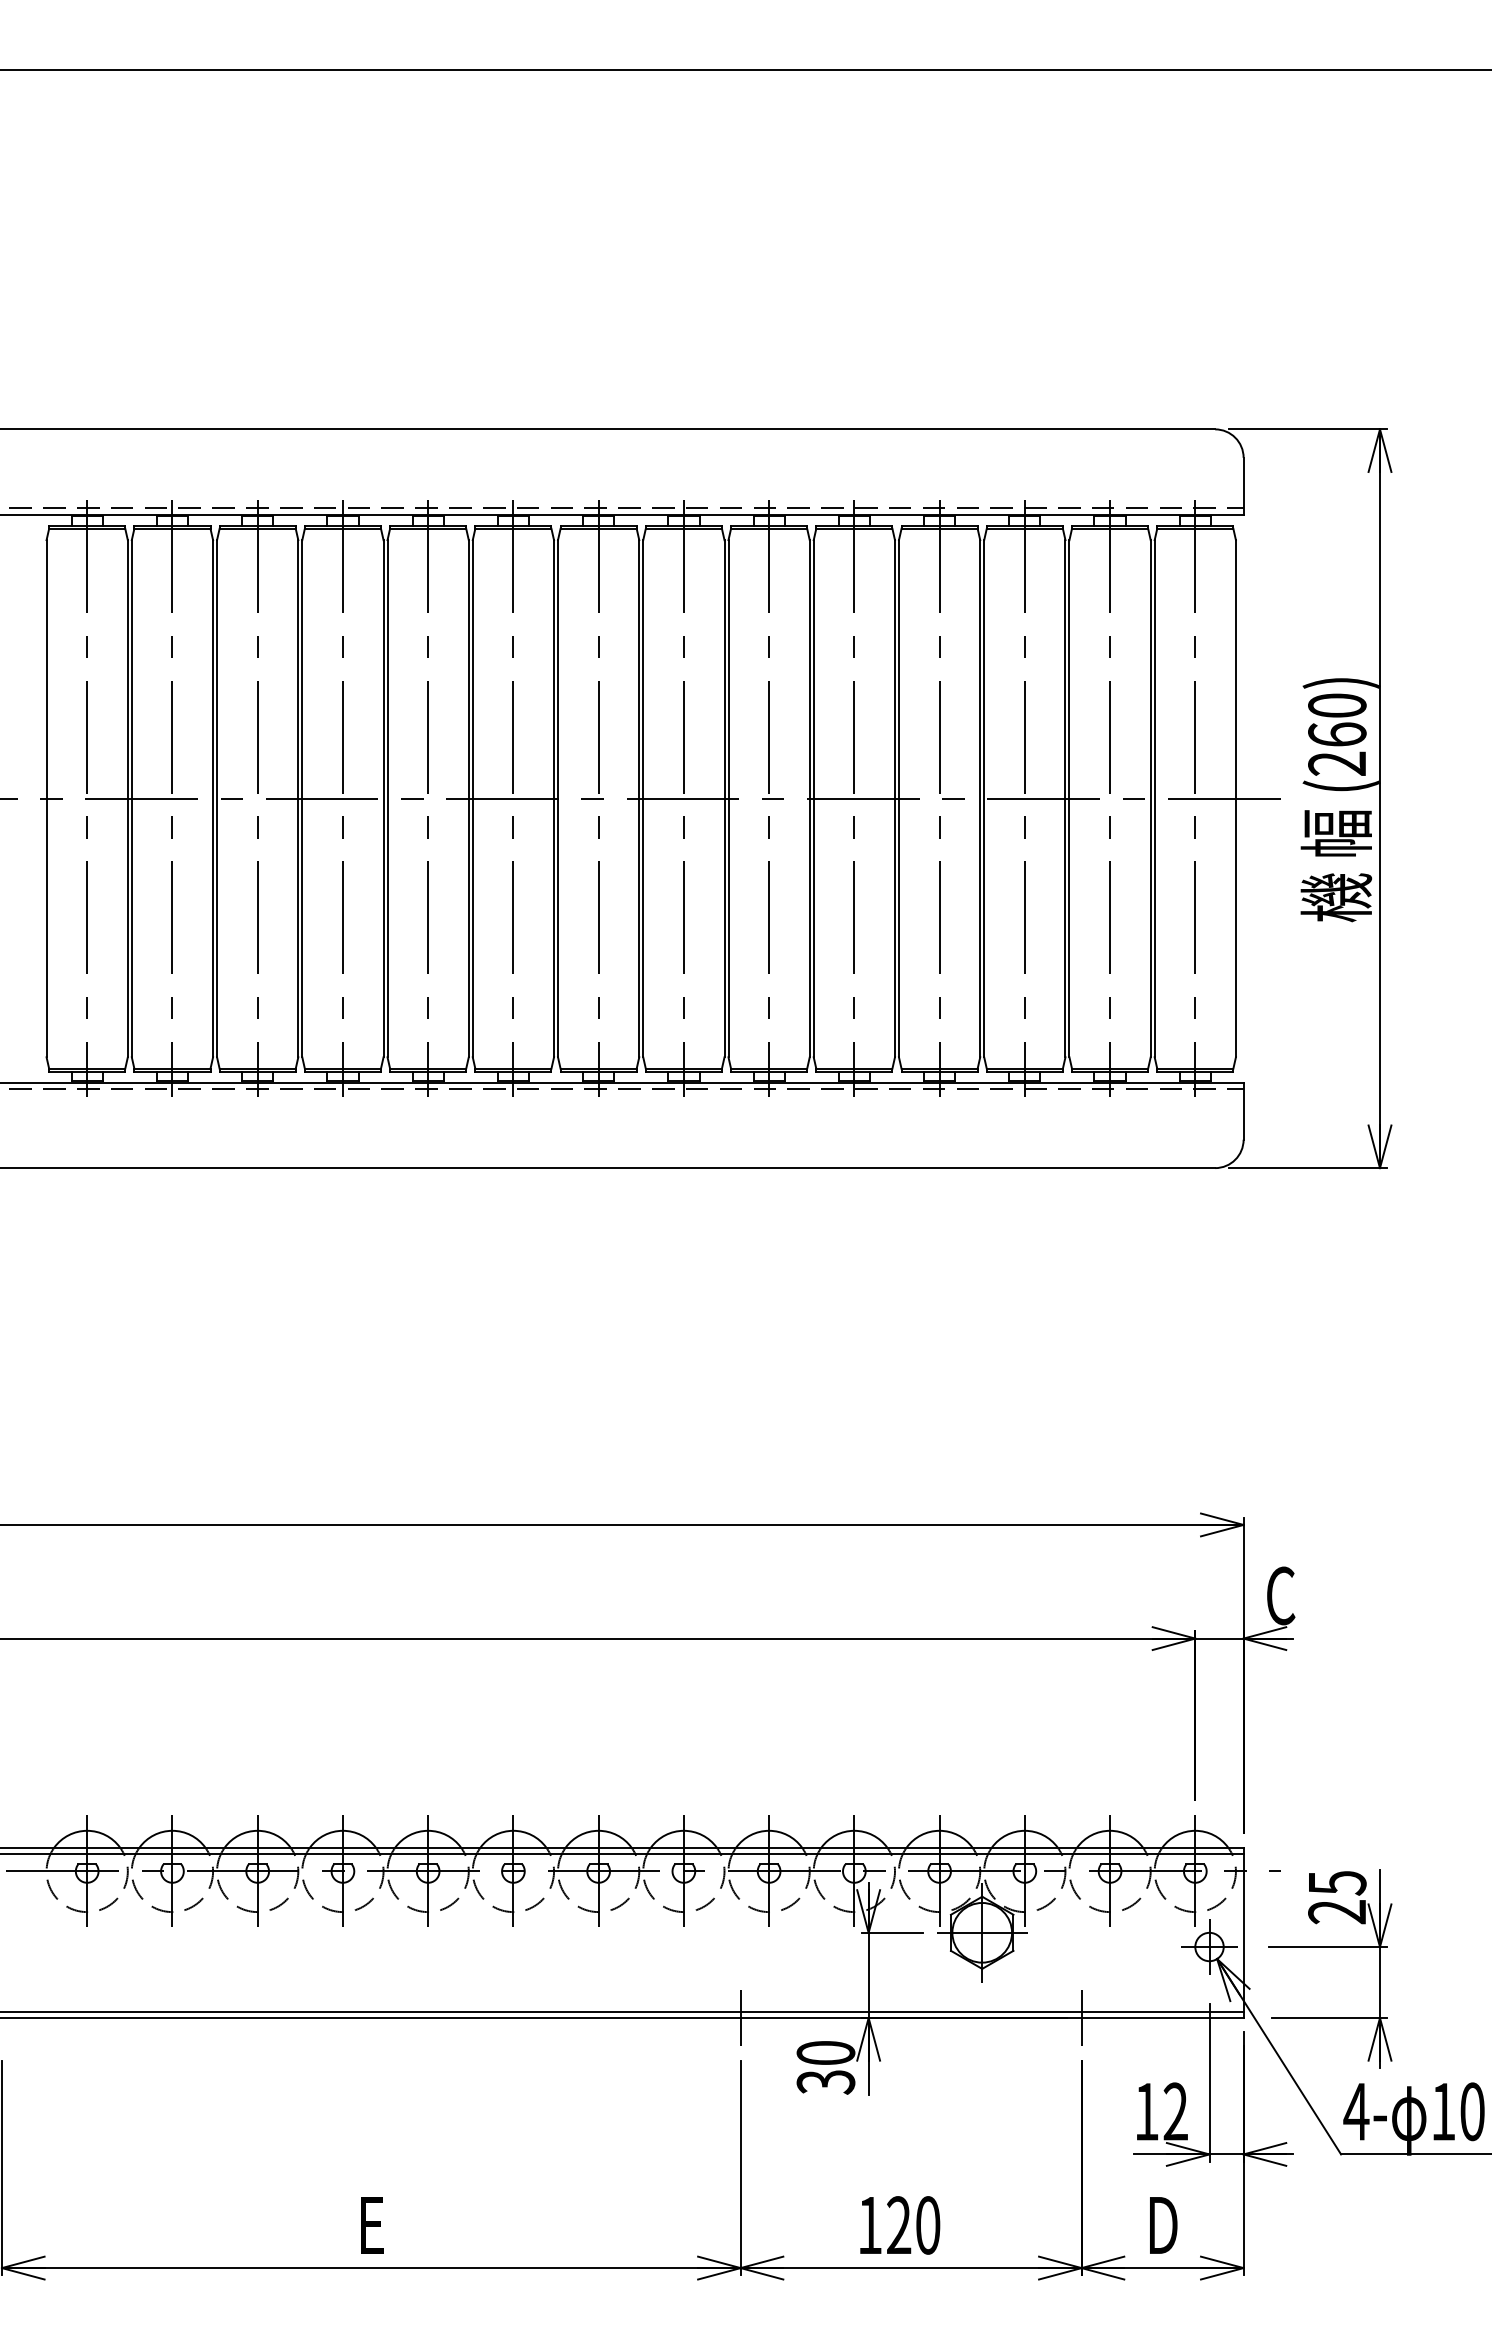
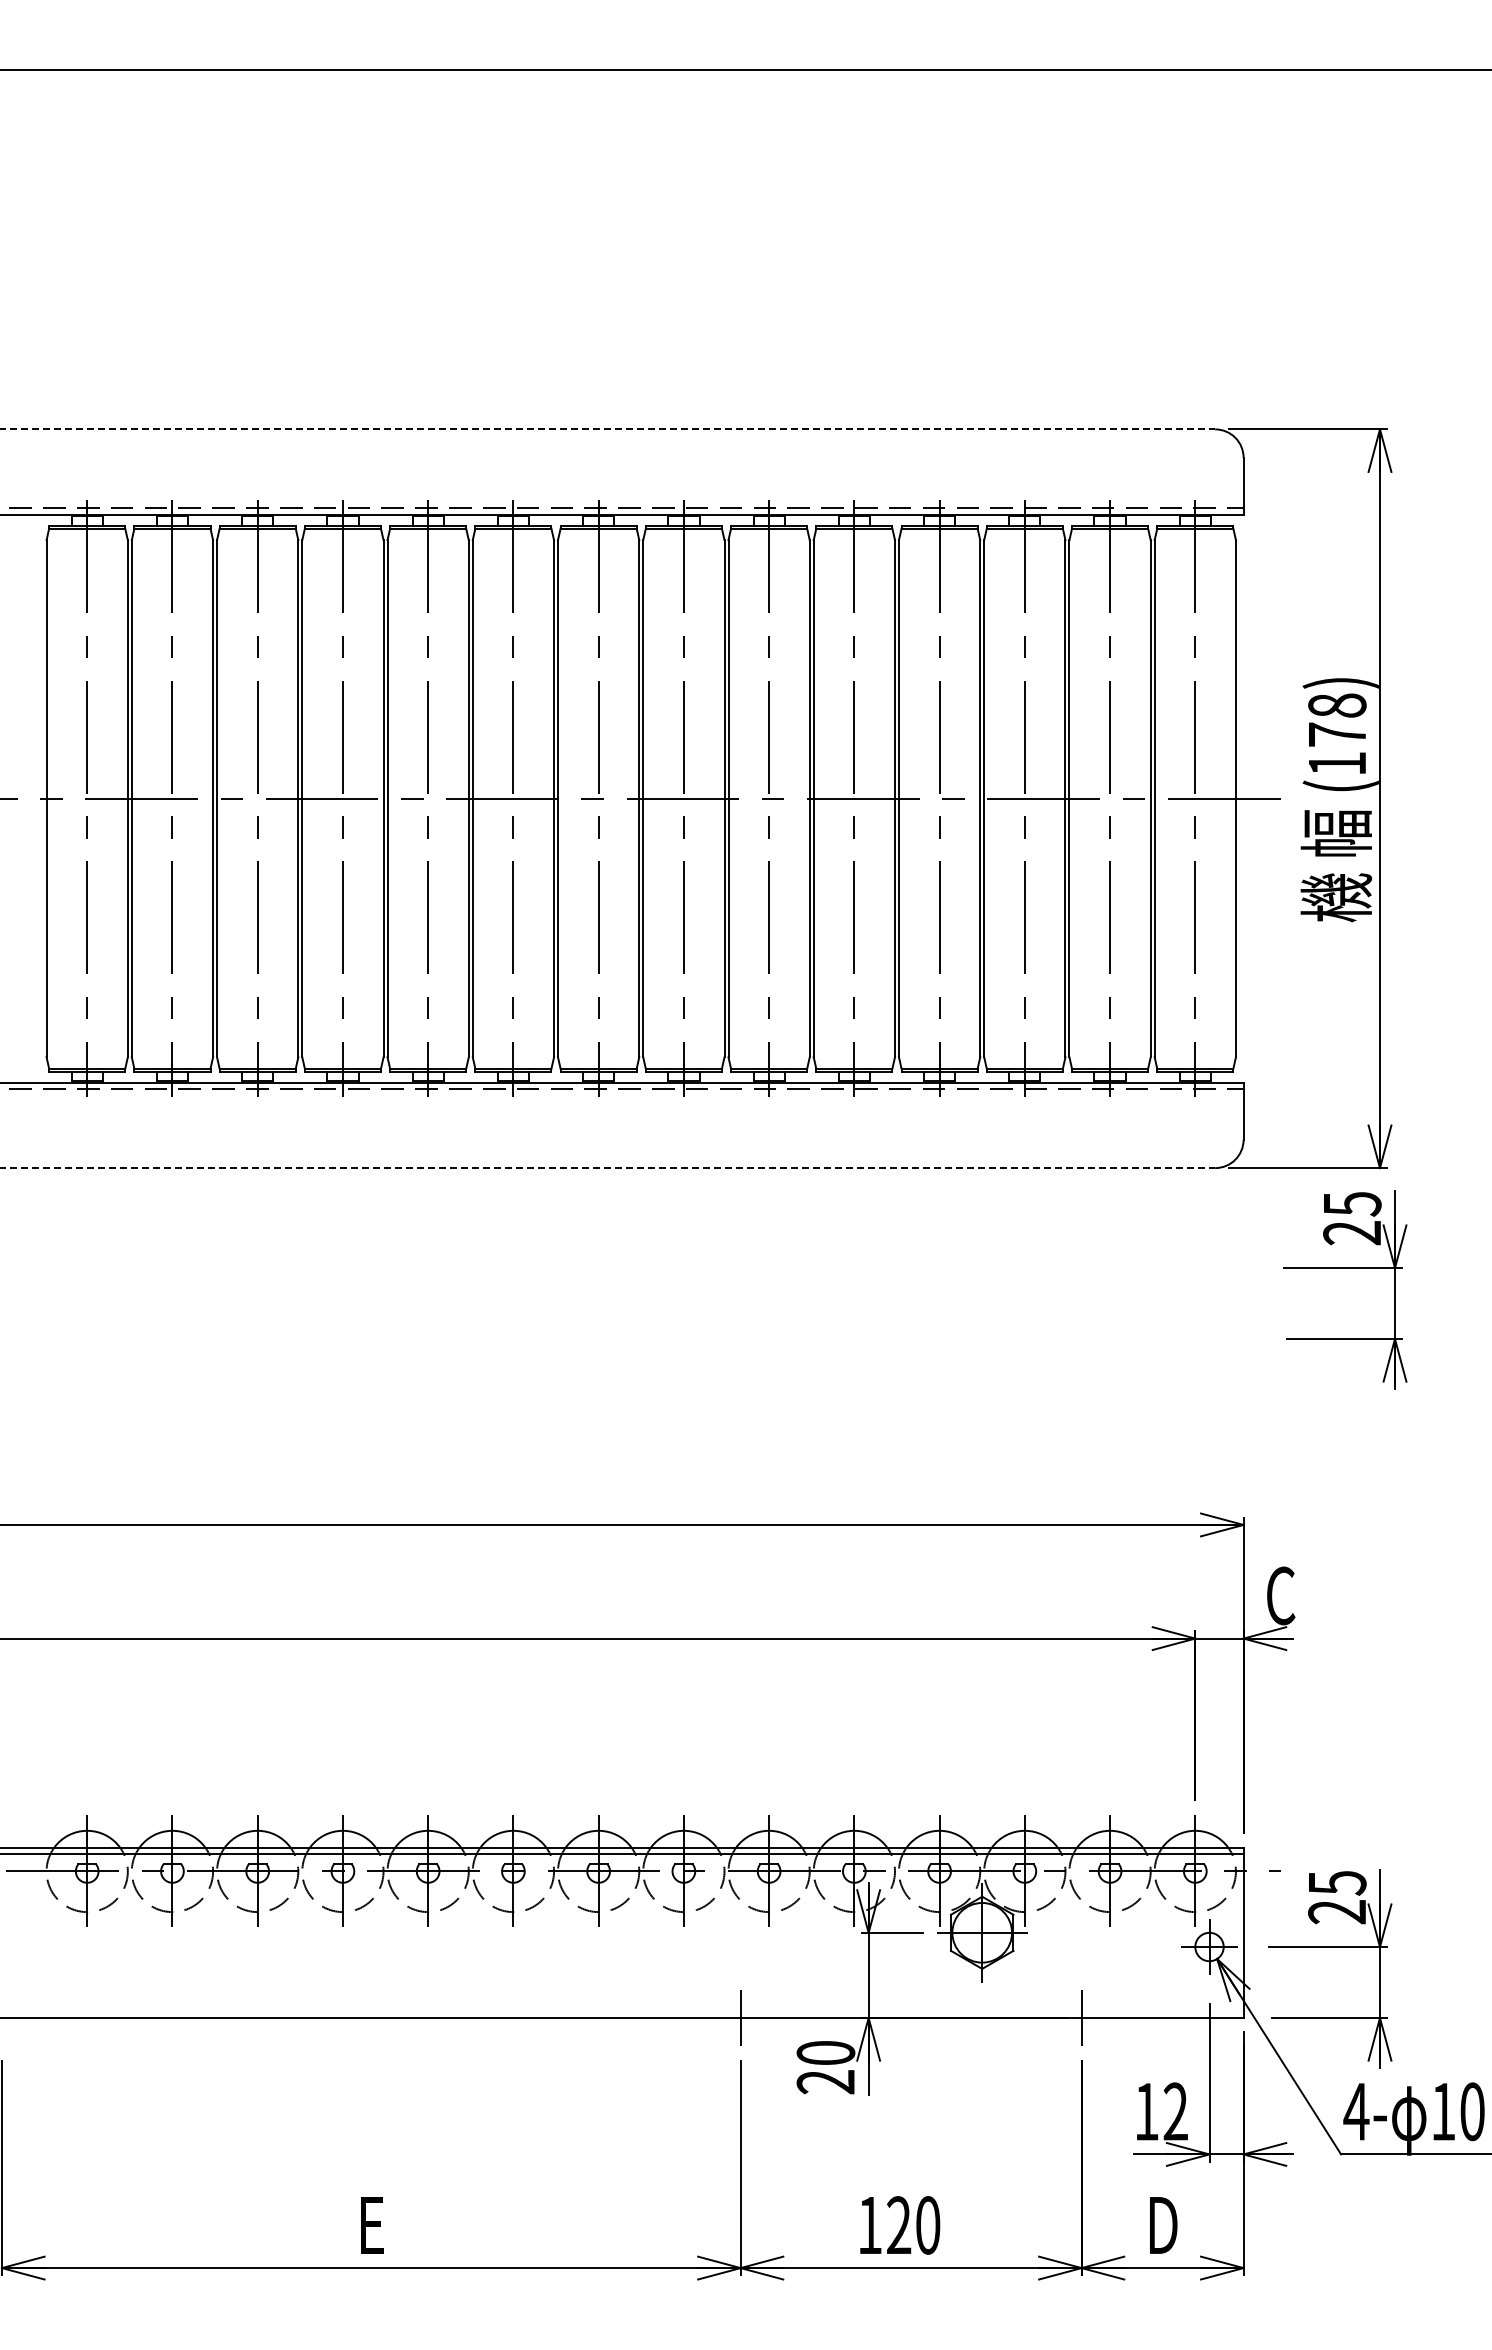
line at (608, 429): solid -> dashed
text at (1337, 734): (260) -> (178)
line at (608, 1168): solid -> dashed
part at (1345, 1268): none -> present
line at (622, 2011): present -> none
text at (826, 2082): 30 -> 20
